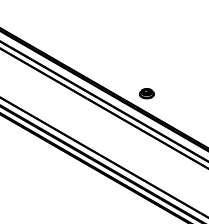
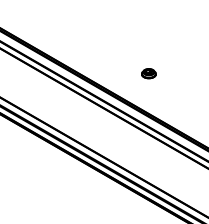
part at (146, 93) position: (146, 93) -> (148, 73)
